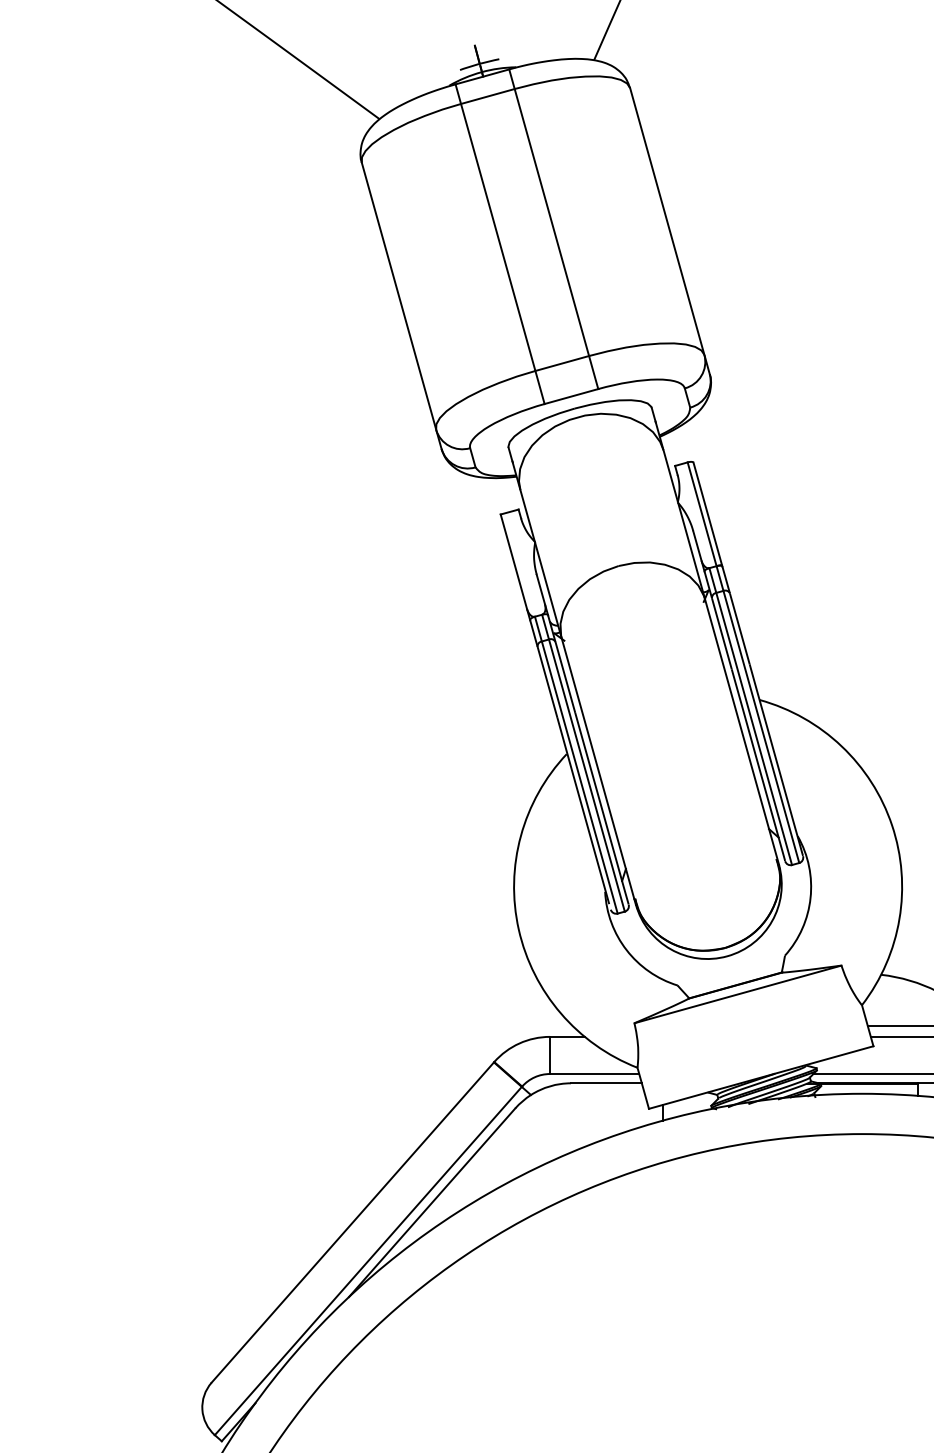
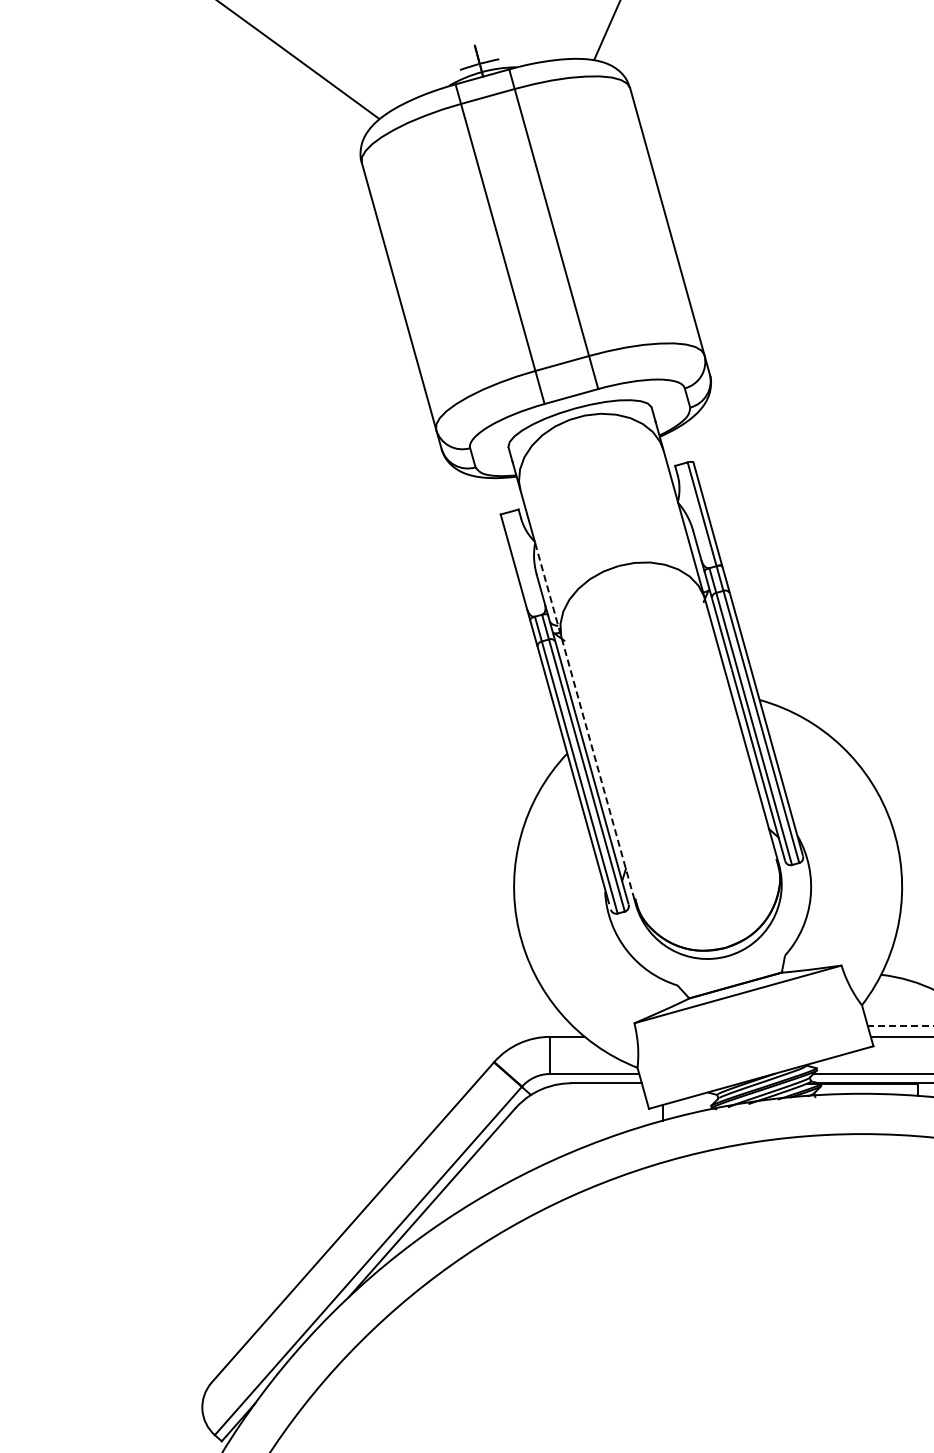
line at (584, 721): solid -> dashed
line at (900, 1026): solid -> dashed
